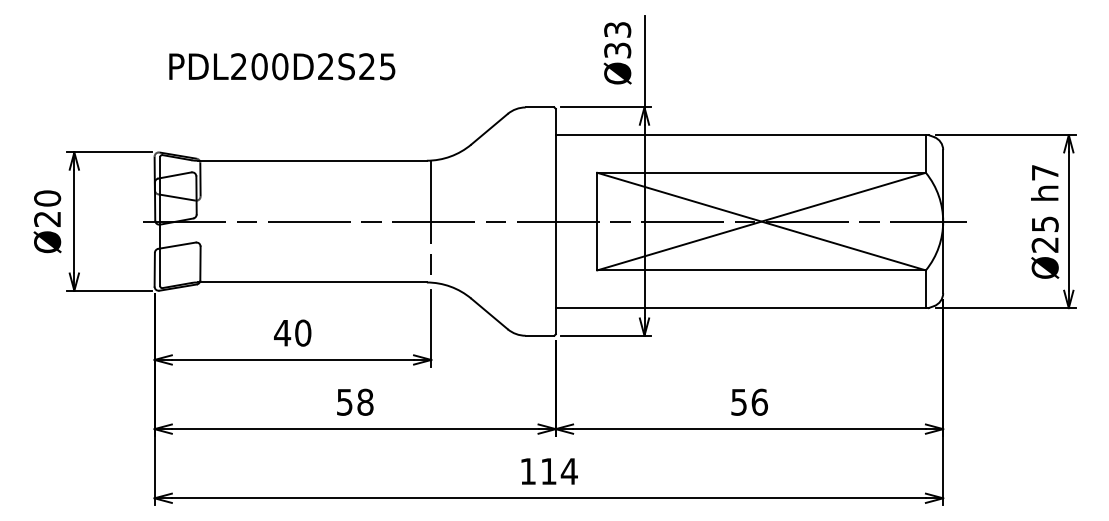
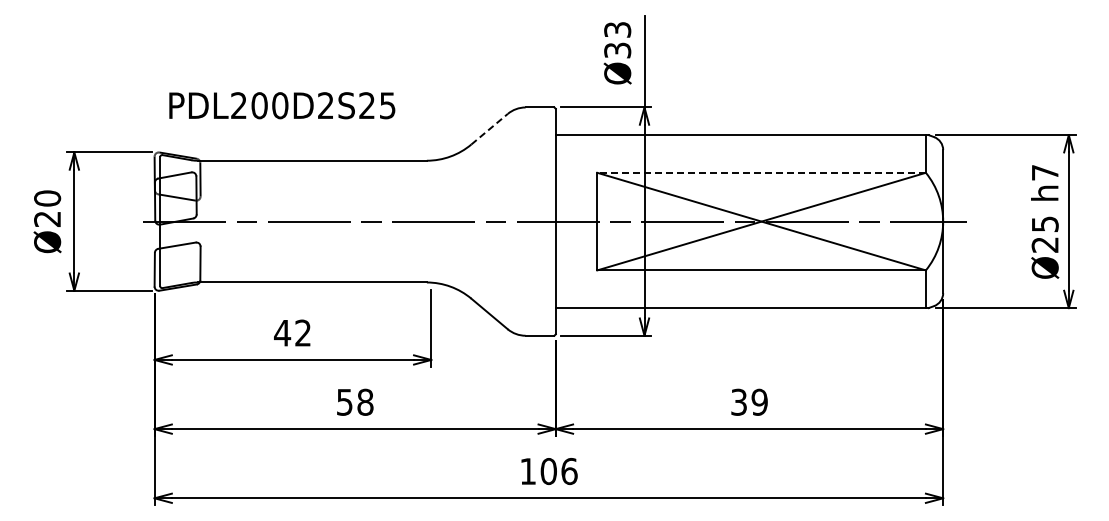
text at (282, 66) position: (282, 66) -> (282, 105)
line at (489, 129): solid -> dashed
line at (761, 172): solid -> dashed
line at (431, 221): present -> none
text at (303, 332): 40 -> 42
text at (749, 401): 56 -> 39
text at (558, 471): 114 -> 106
